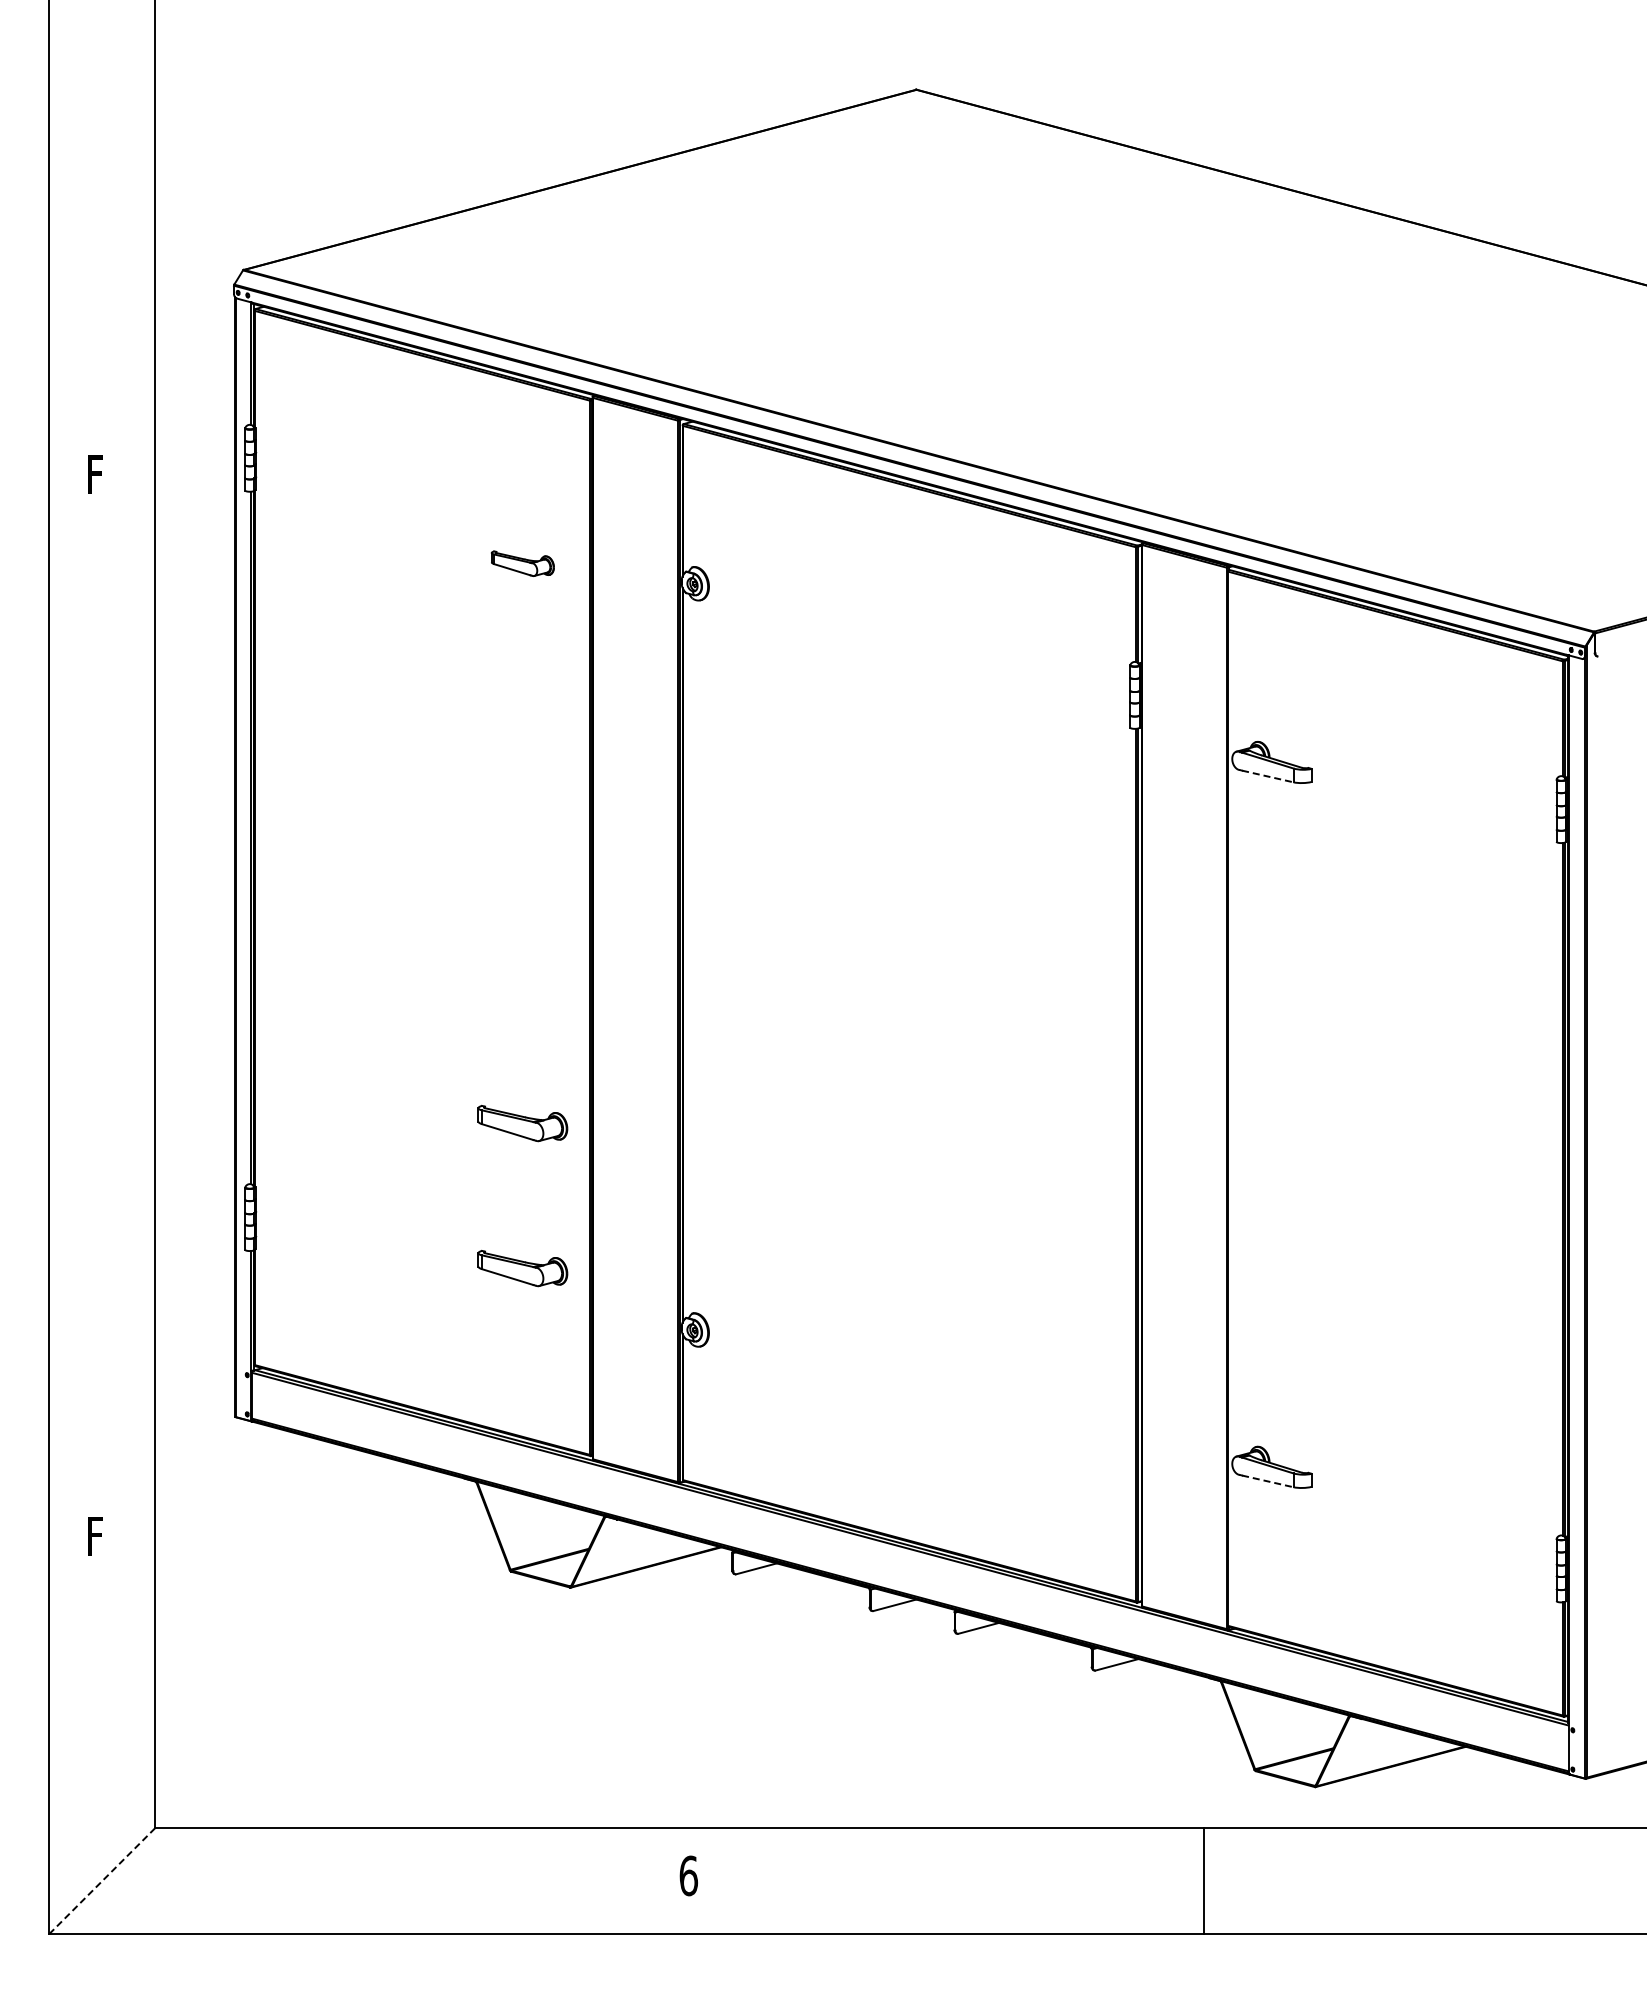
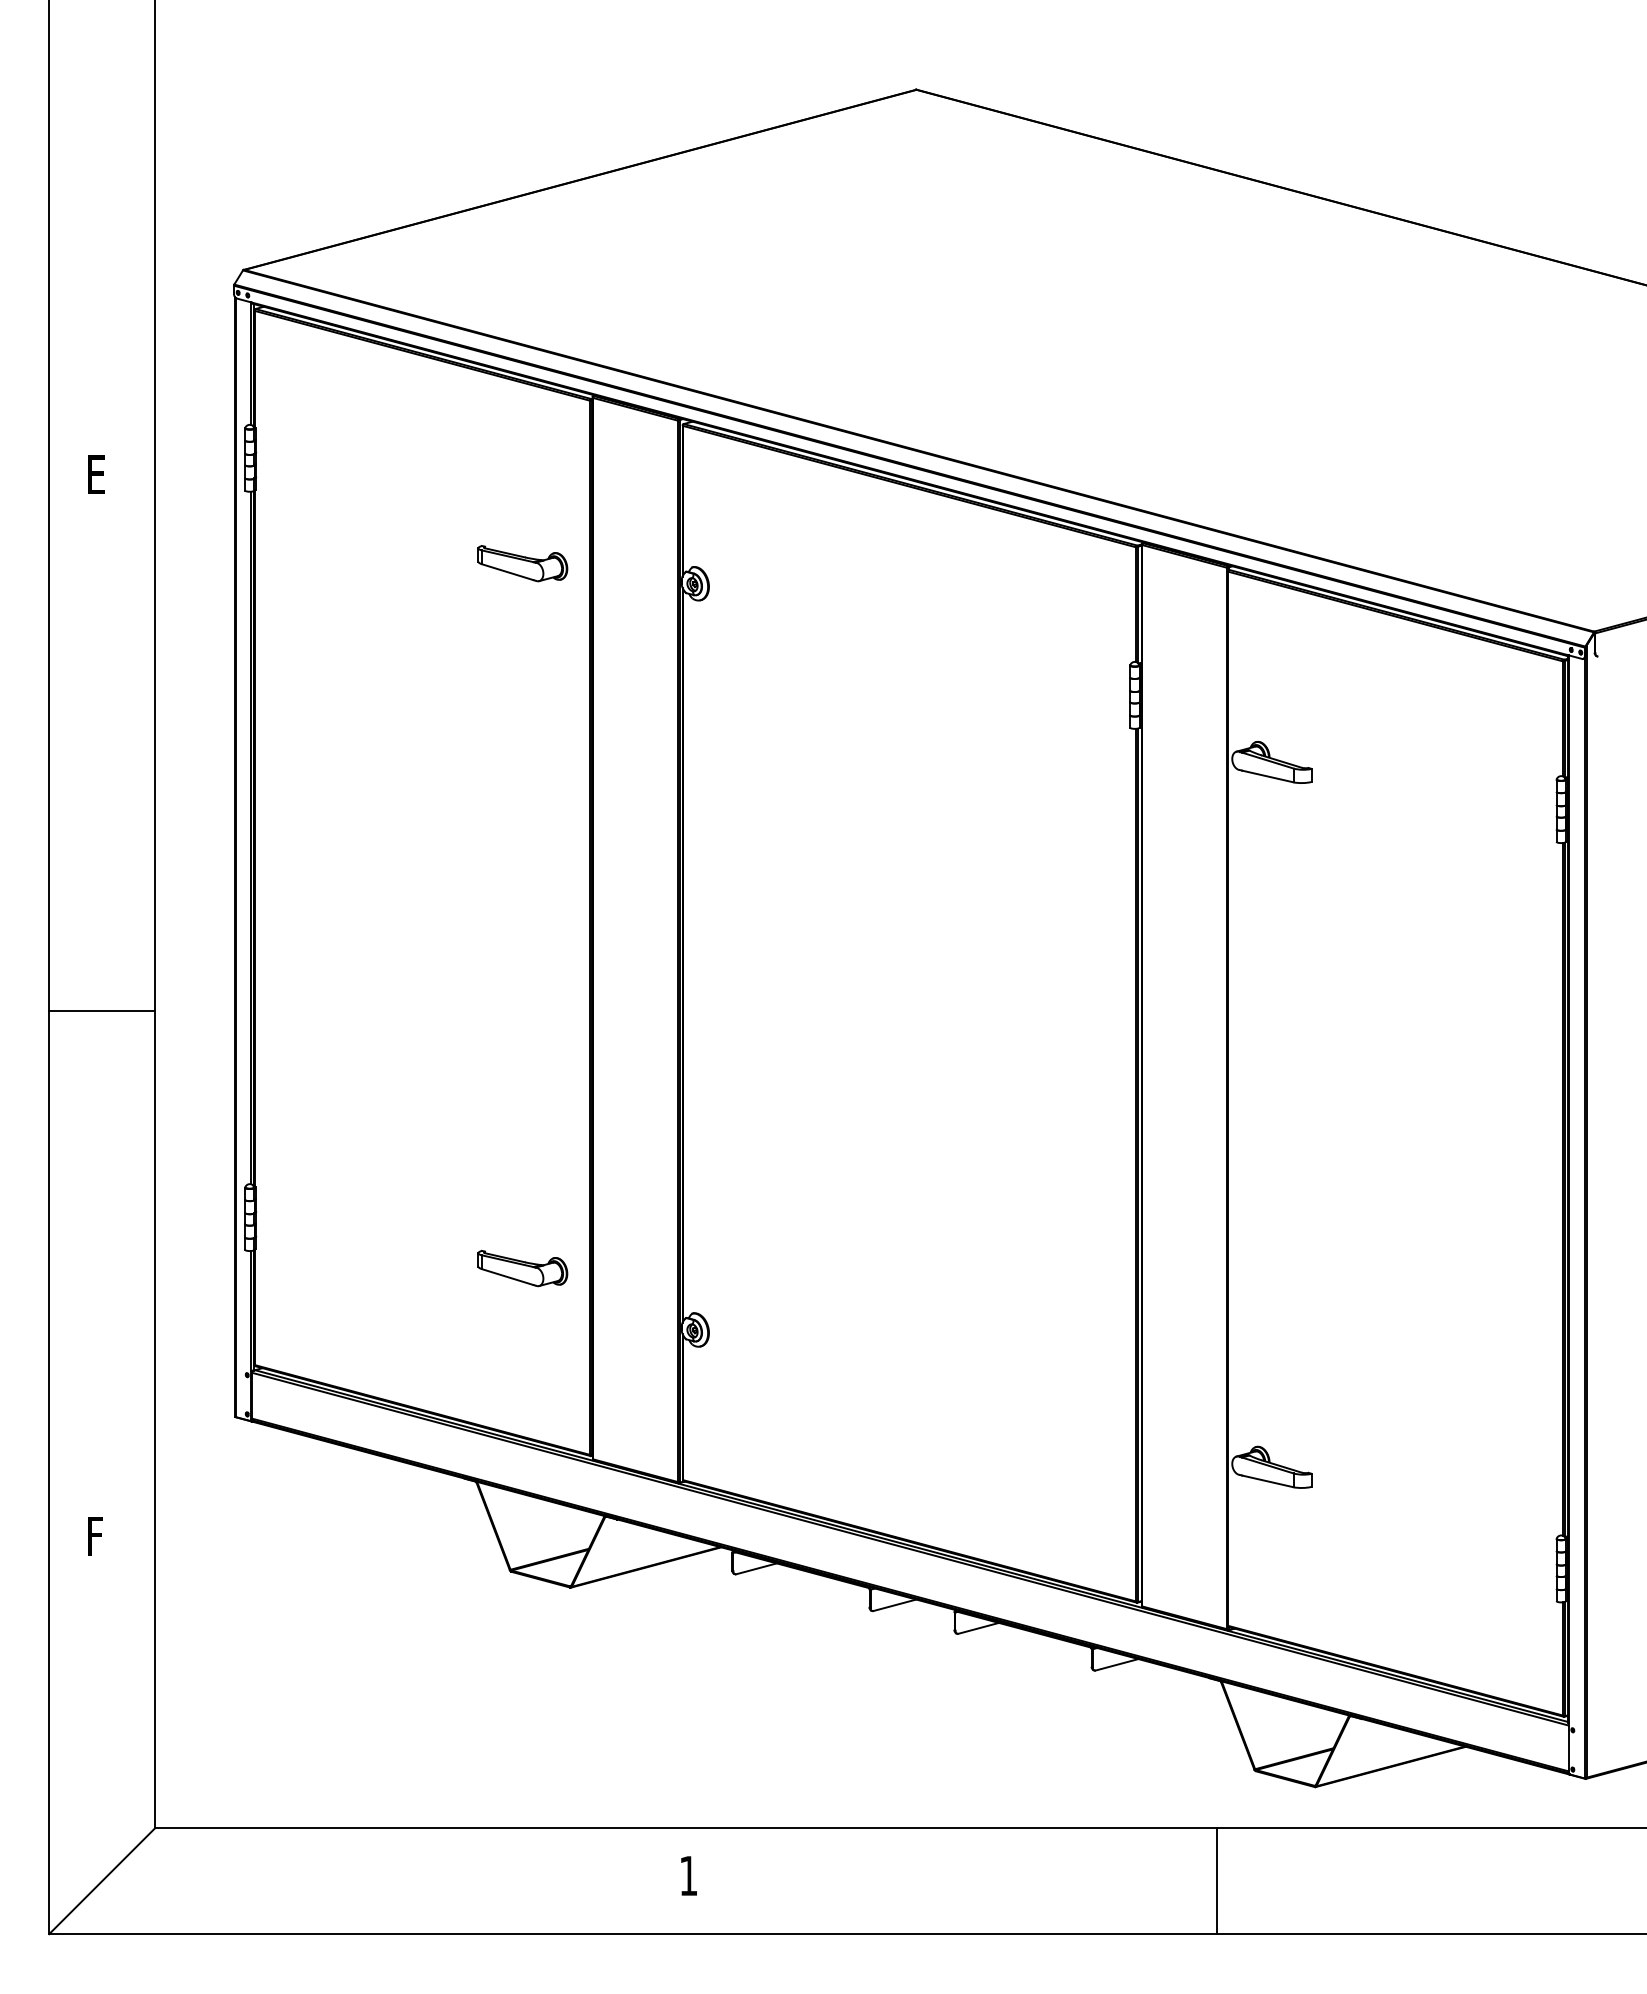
text at (98, 474): F -> E
part at (522, 563) size: 64x27 px -> 92x38 px
line at (1268, 776): dashed -> solid
line at (102, 1010): none -> present
part at (522, 1123): present -> none
line at (1268, 1481): dashed -> solid
text at (688, 1875): 6 -> 1
line at (102, 1880): dashed -> solid
line at (1203, 1881) position: (1203, 1881) -> (1216, 1881)
